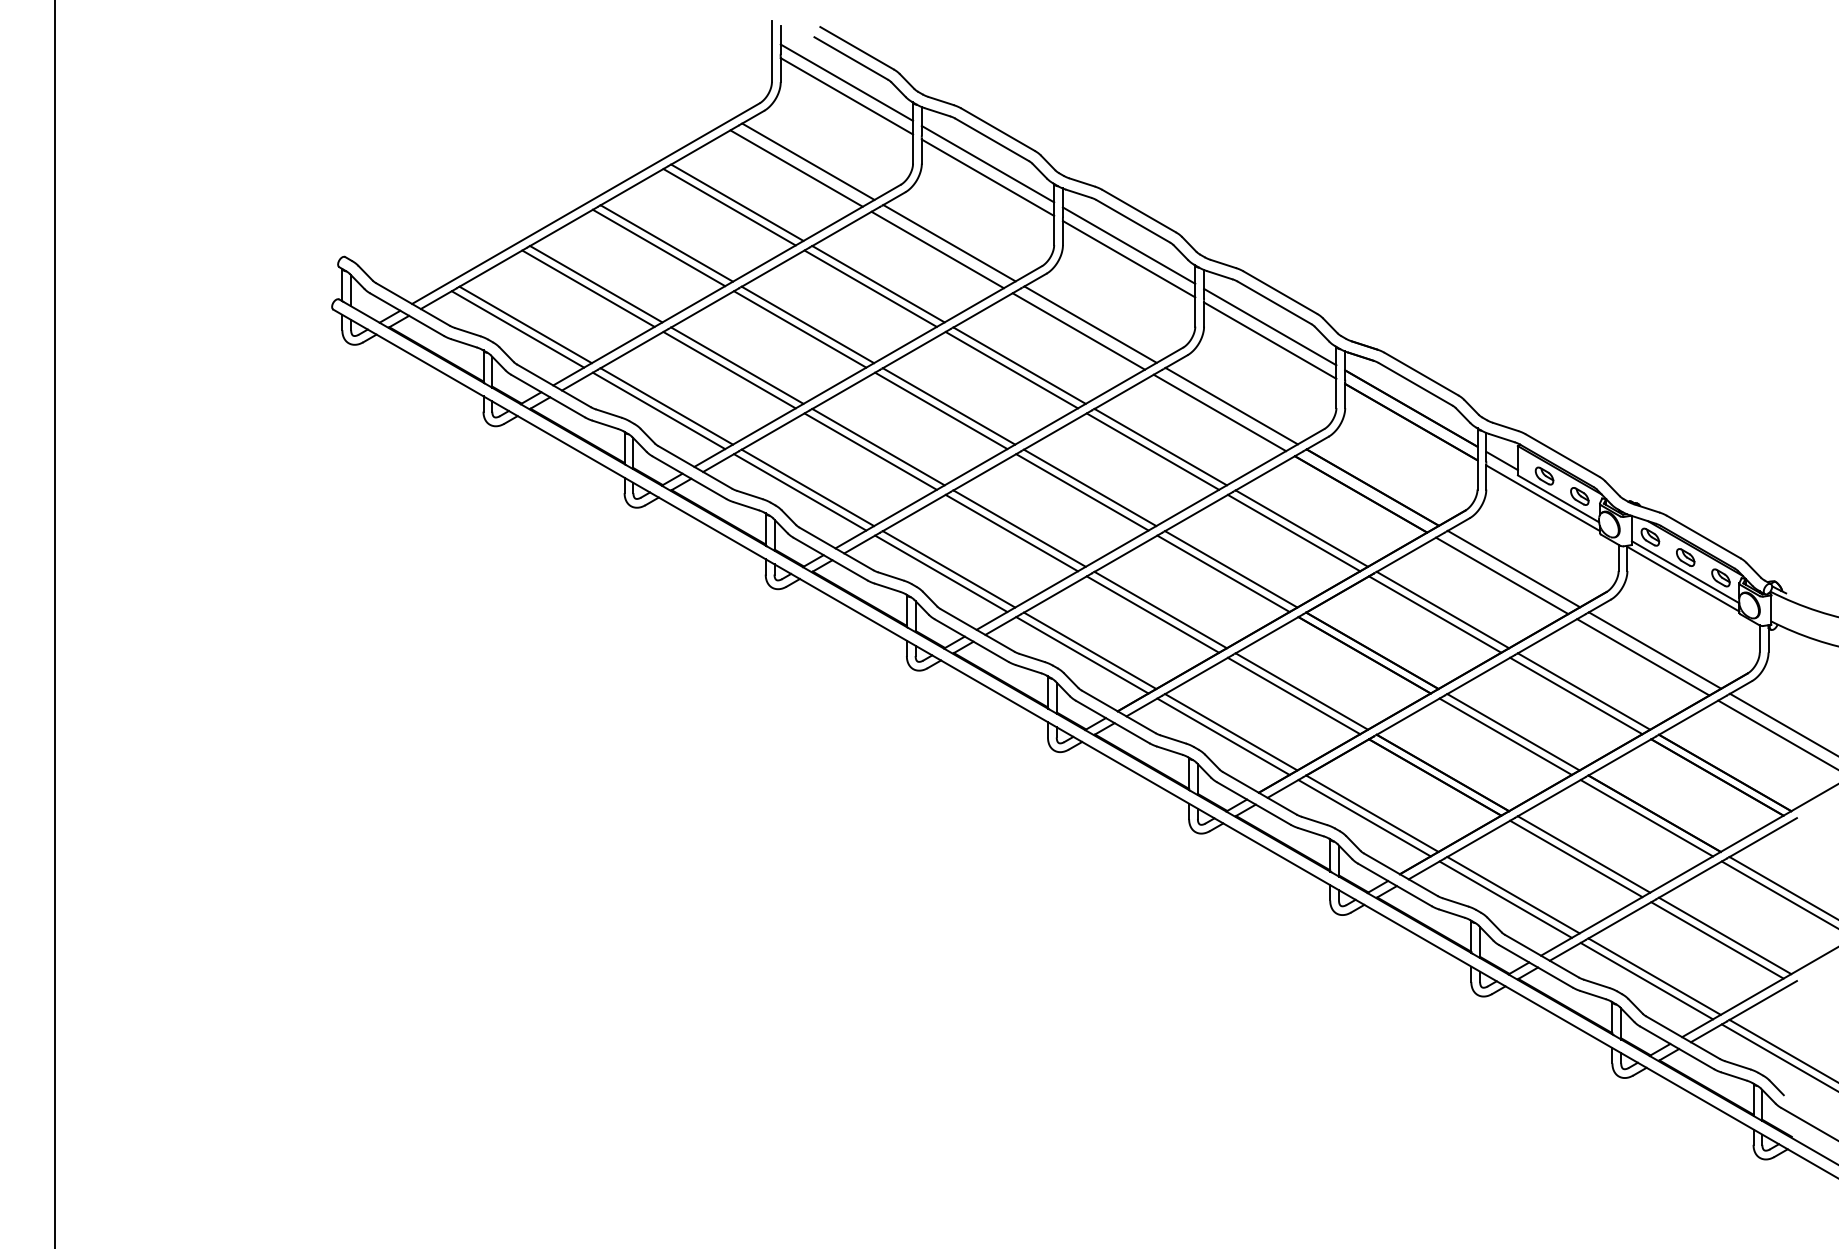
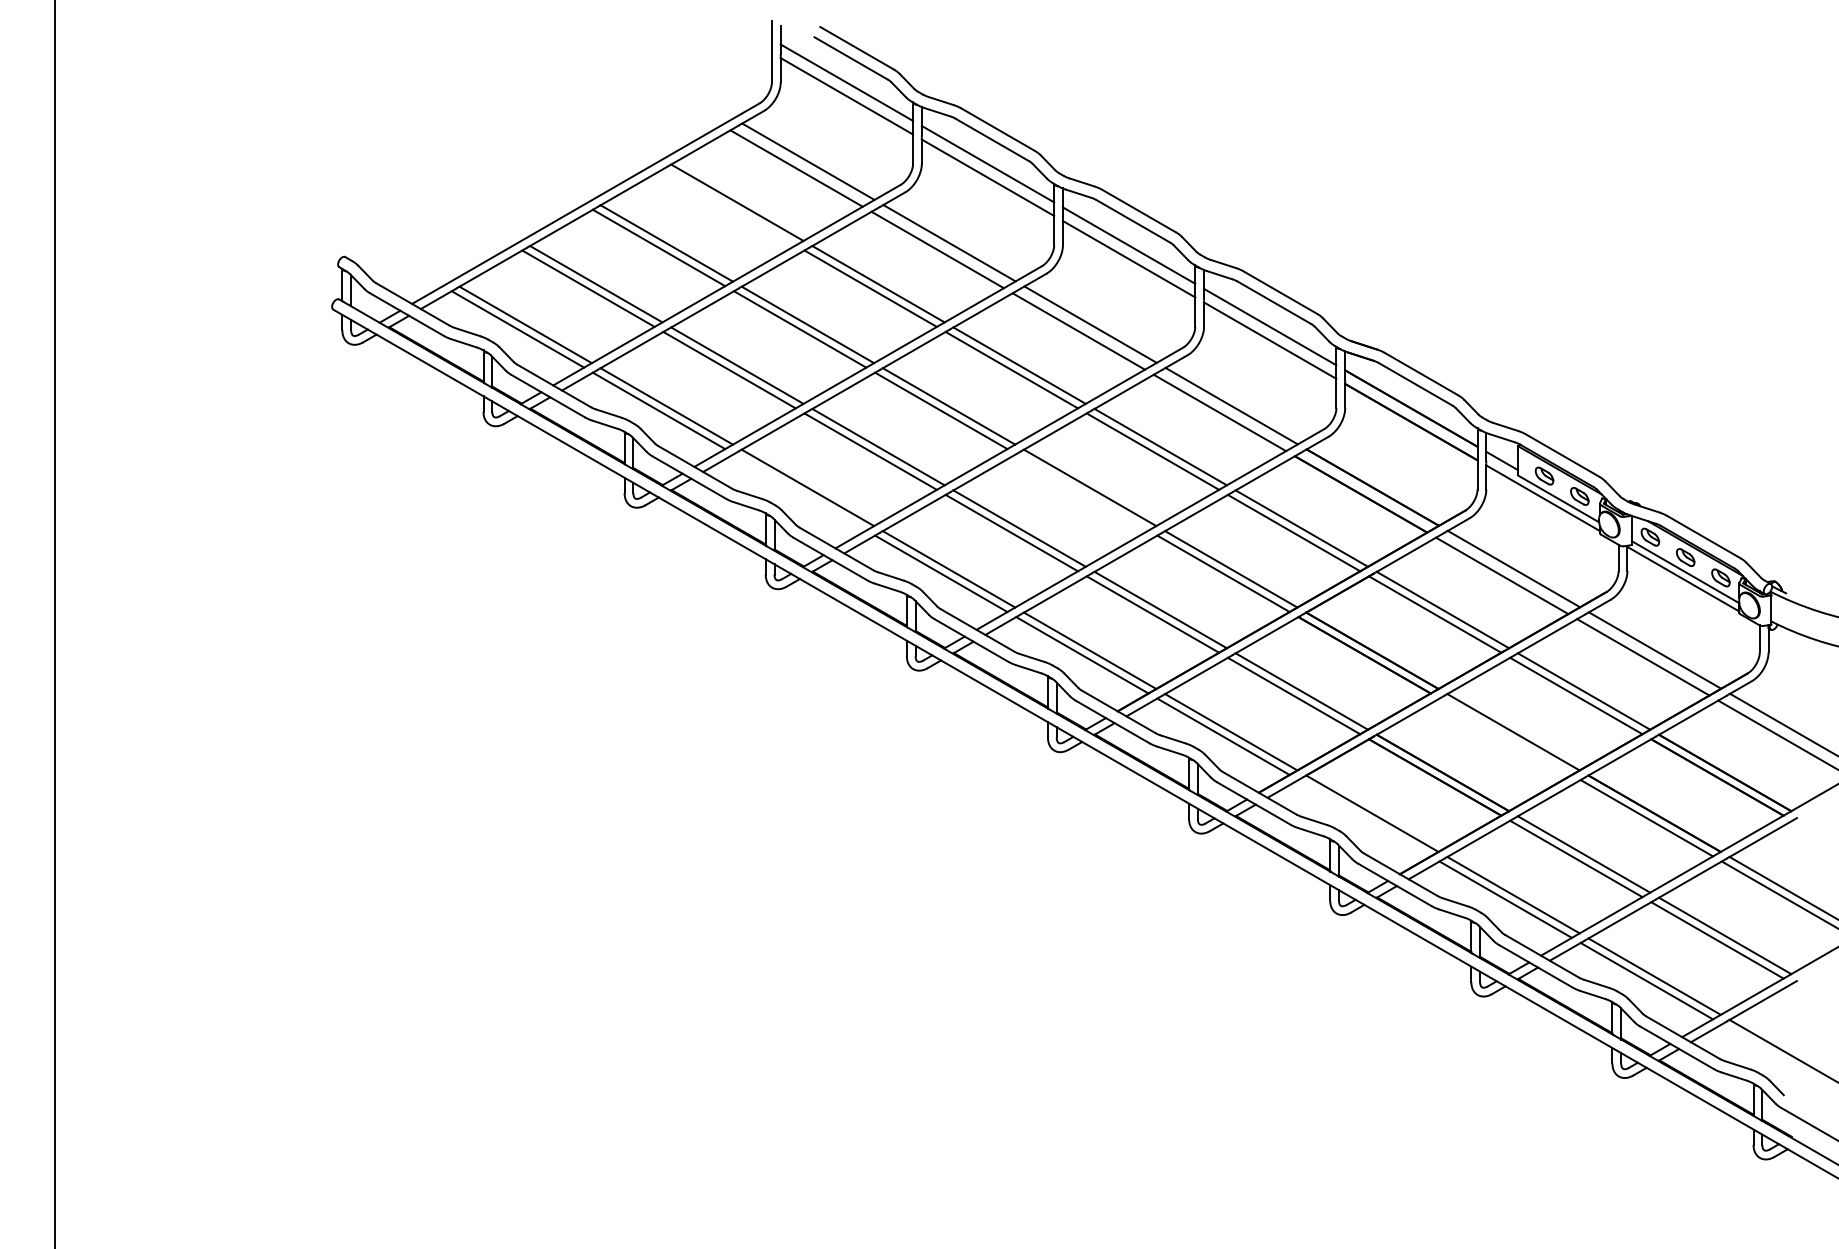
line at (729, 207): present -> none
line at (800, 492): present -> none
line at (1082, 492): present -> none
line at (1505, 736): present -> none
line at (1364, 818): present -> none
line at (1778, 1057): present -> none
